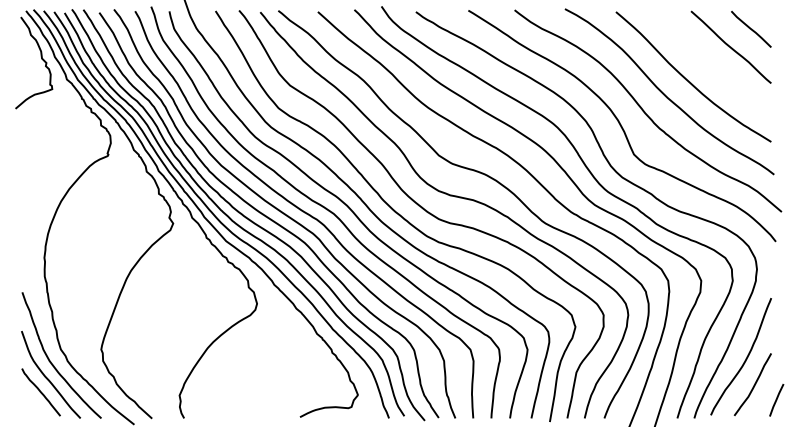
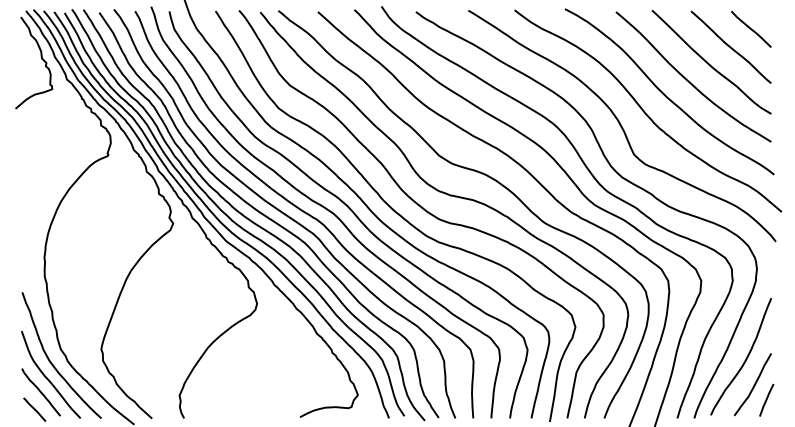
curve at (709, 63): none -> present
line at (776, 400) position: (776, 400) -> (766, 400)
line at (34, 409): none -> present
